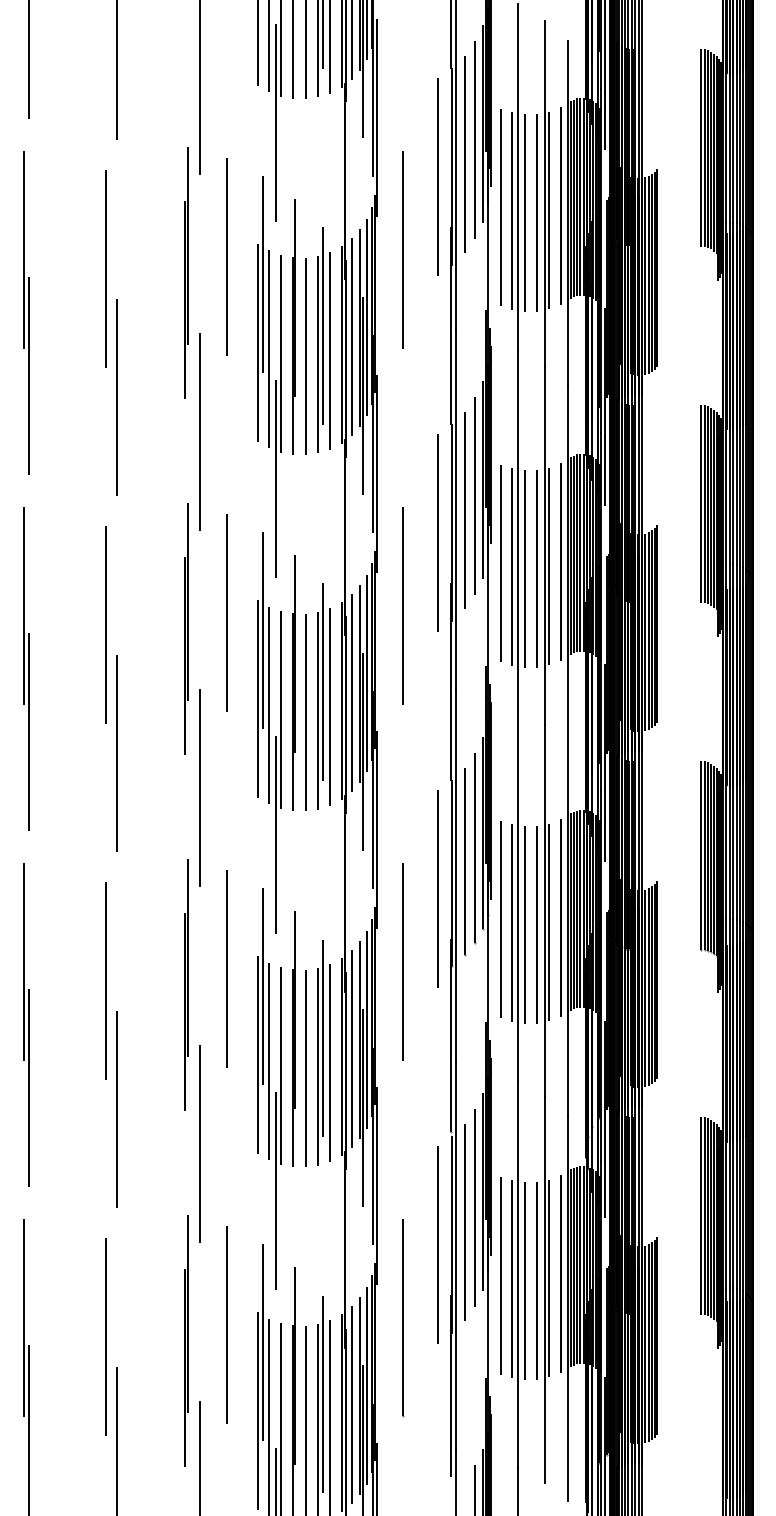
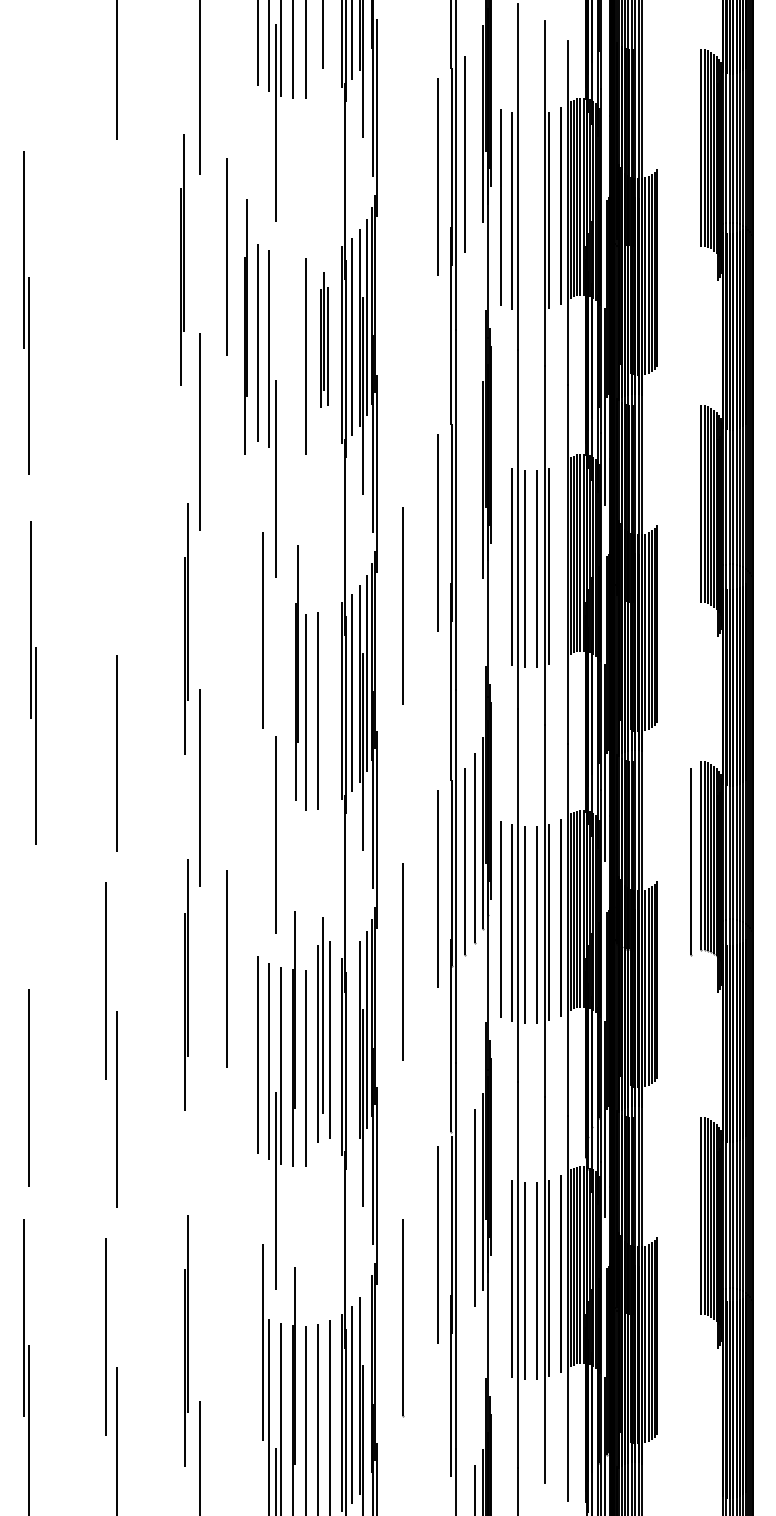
line at (367, 31): present -> none
line at (330, 47): present -> none
line at (318, 49): present -> none
line at (29, 60): present -> none
line at (605, 76): present -> none
line at (475, 139): present -> none
line at (524, 212): present -> none
line at (536, 212): present -> none
line at (402, 249): present -> none
line at (106, 268): present -> none
part at (186, 272) position: (186, 272) -> (182, 259)
line at (262, 274): present -> none
line at (293, 326) position: (293, 326) -> (245, 326)
part at (323, 339) size: 14x226 px -> 9x136 px
line at (280, 353): present -> none
line at (116, 397): present -> none
line at (475, 495): present -> none
line at (464, 510): present -> none
line at (560, 562): present -> none
line at (500, 563): present -> none
line at (226, 612): present -> none
line at (106, 624): present -> none
part at (26, 668) position: (26, 668) -> (33, 682)
line at (293, 682) position: (293, 682) -> (296, 672)
line at (323, 682): present -> none
line at (258, 699): present -> none
line at (269, 705): present -> none
line at (330, 706): present -> none
line at (280, 709): present -> none
line at (691, 862): none -> present
line at (23, 961): present -> none
line at (262, 986): present -> none
line at (351, 1049): present -> none
part at (323, 1052) position: (323, 1052) -> (323, 1029)
line at (199, 1144): present -> none
line at (464, 1222): present -> none
line at (500, 1275): present -> none
line at (226, 1325): present -> none
line at (367, 1385): present -> none
line at (323, 1394): present -> none
line at (258, 1411): present -> none
